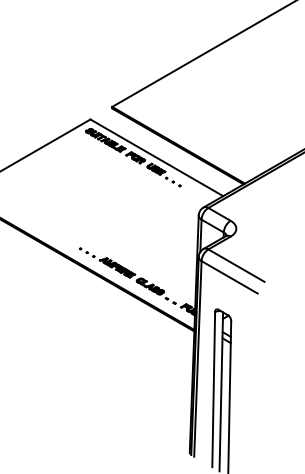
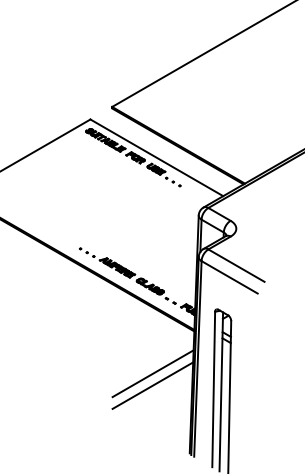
line at (152, 373): none -> present
line at (152, 385): none -> present
